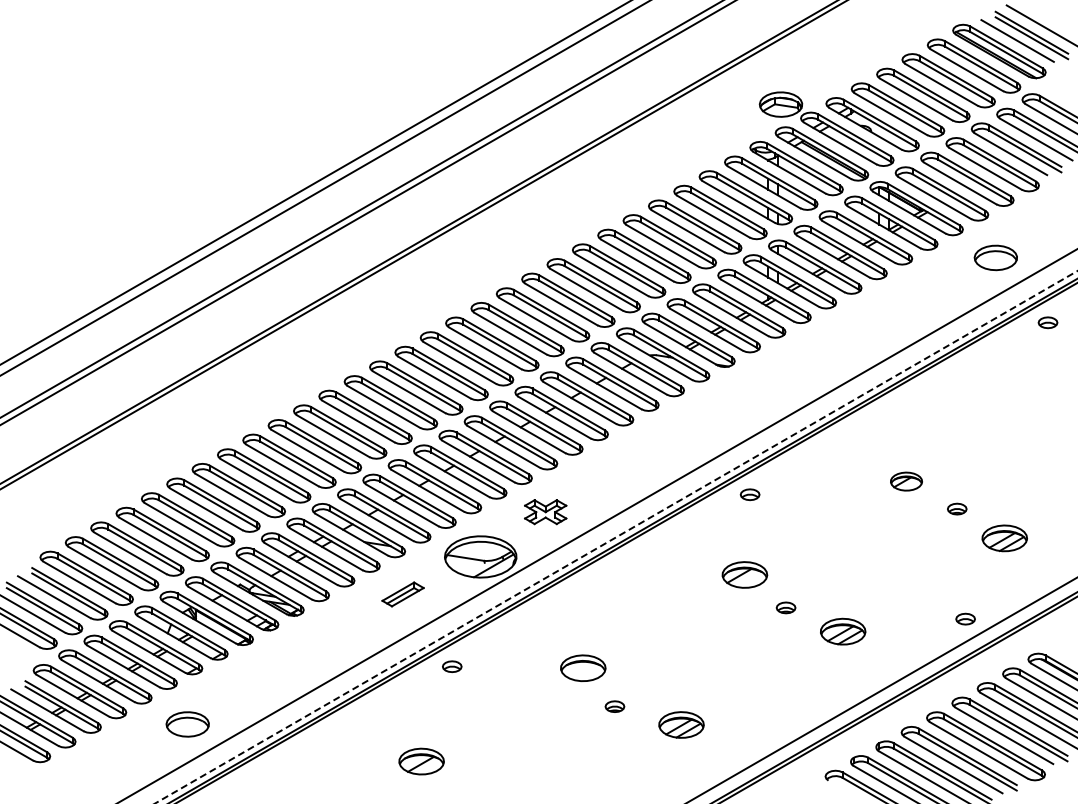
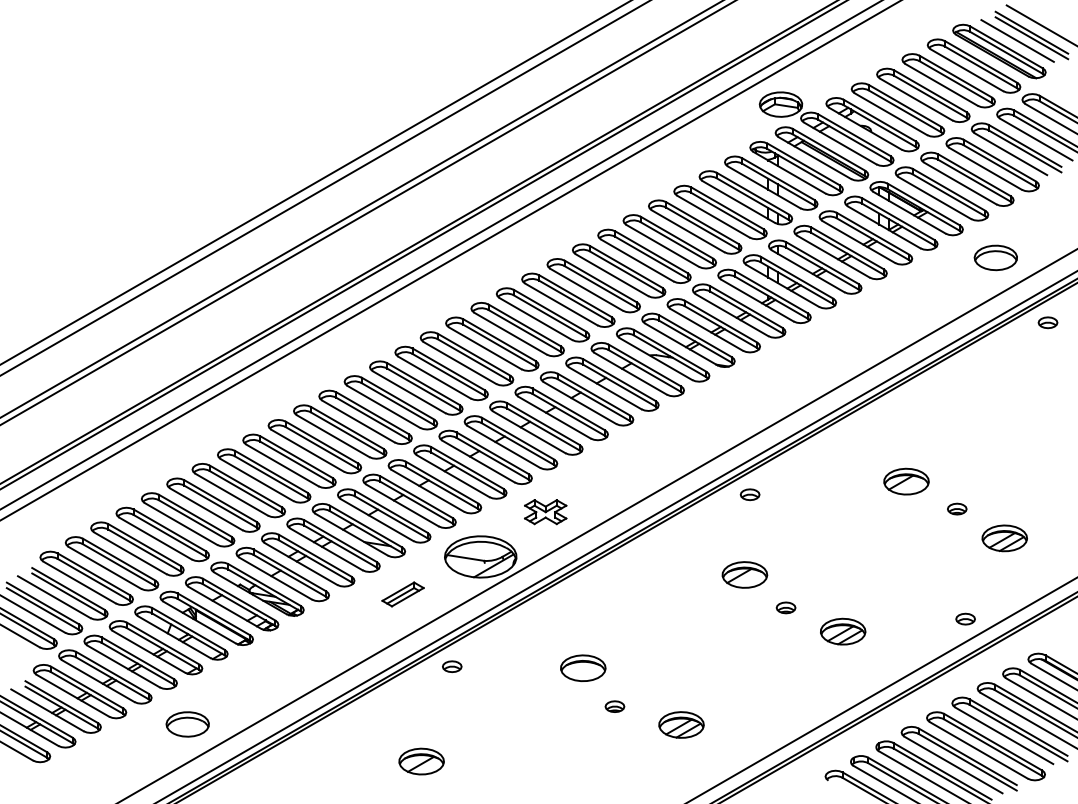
line at (440, 255): none -> present
line at (449, 260): none -> present
part at (906, 481) size: 33x21 px -> 47x29 px
line at (615, 537): dashed -> solid
